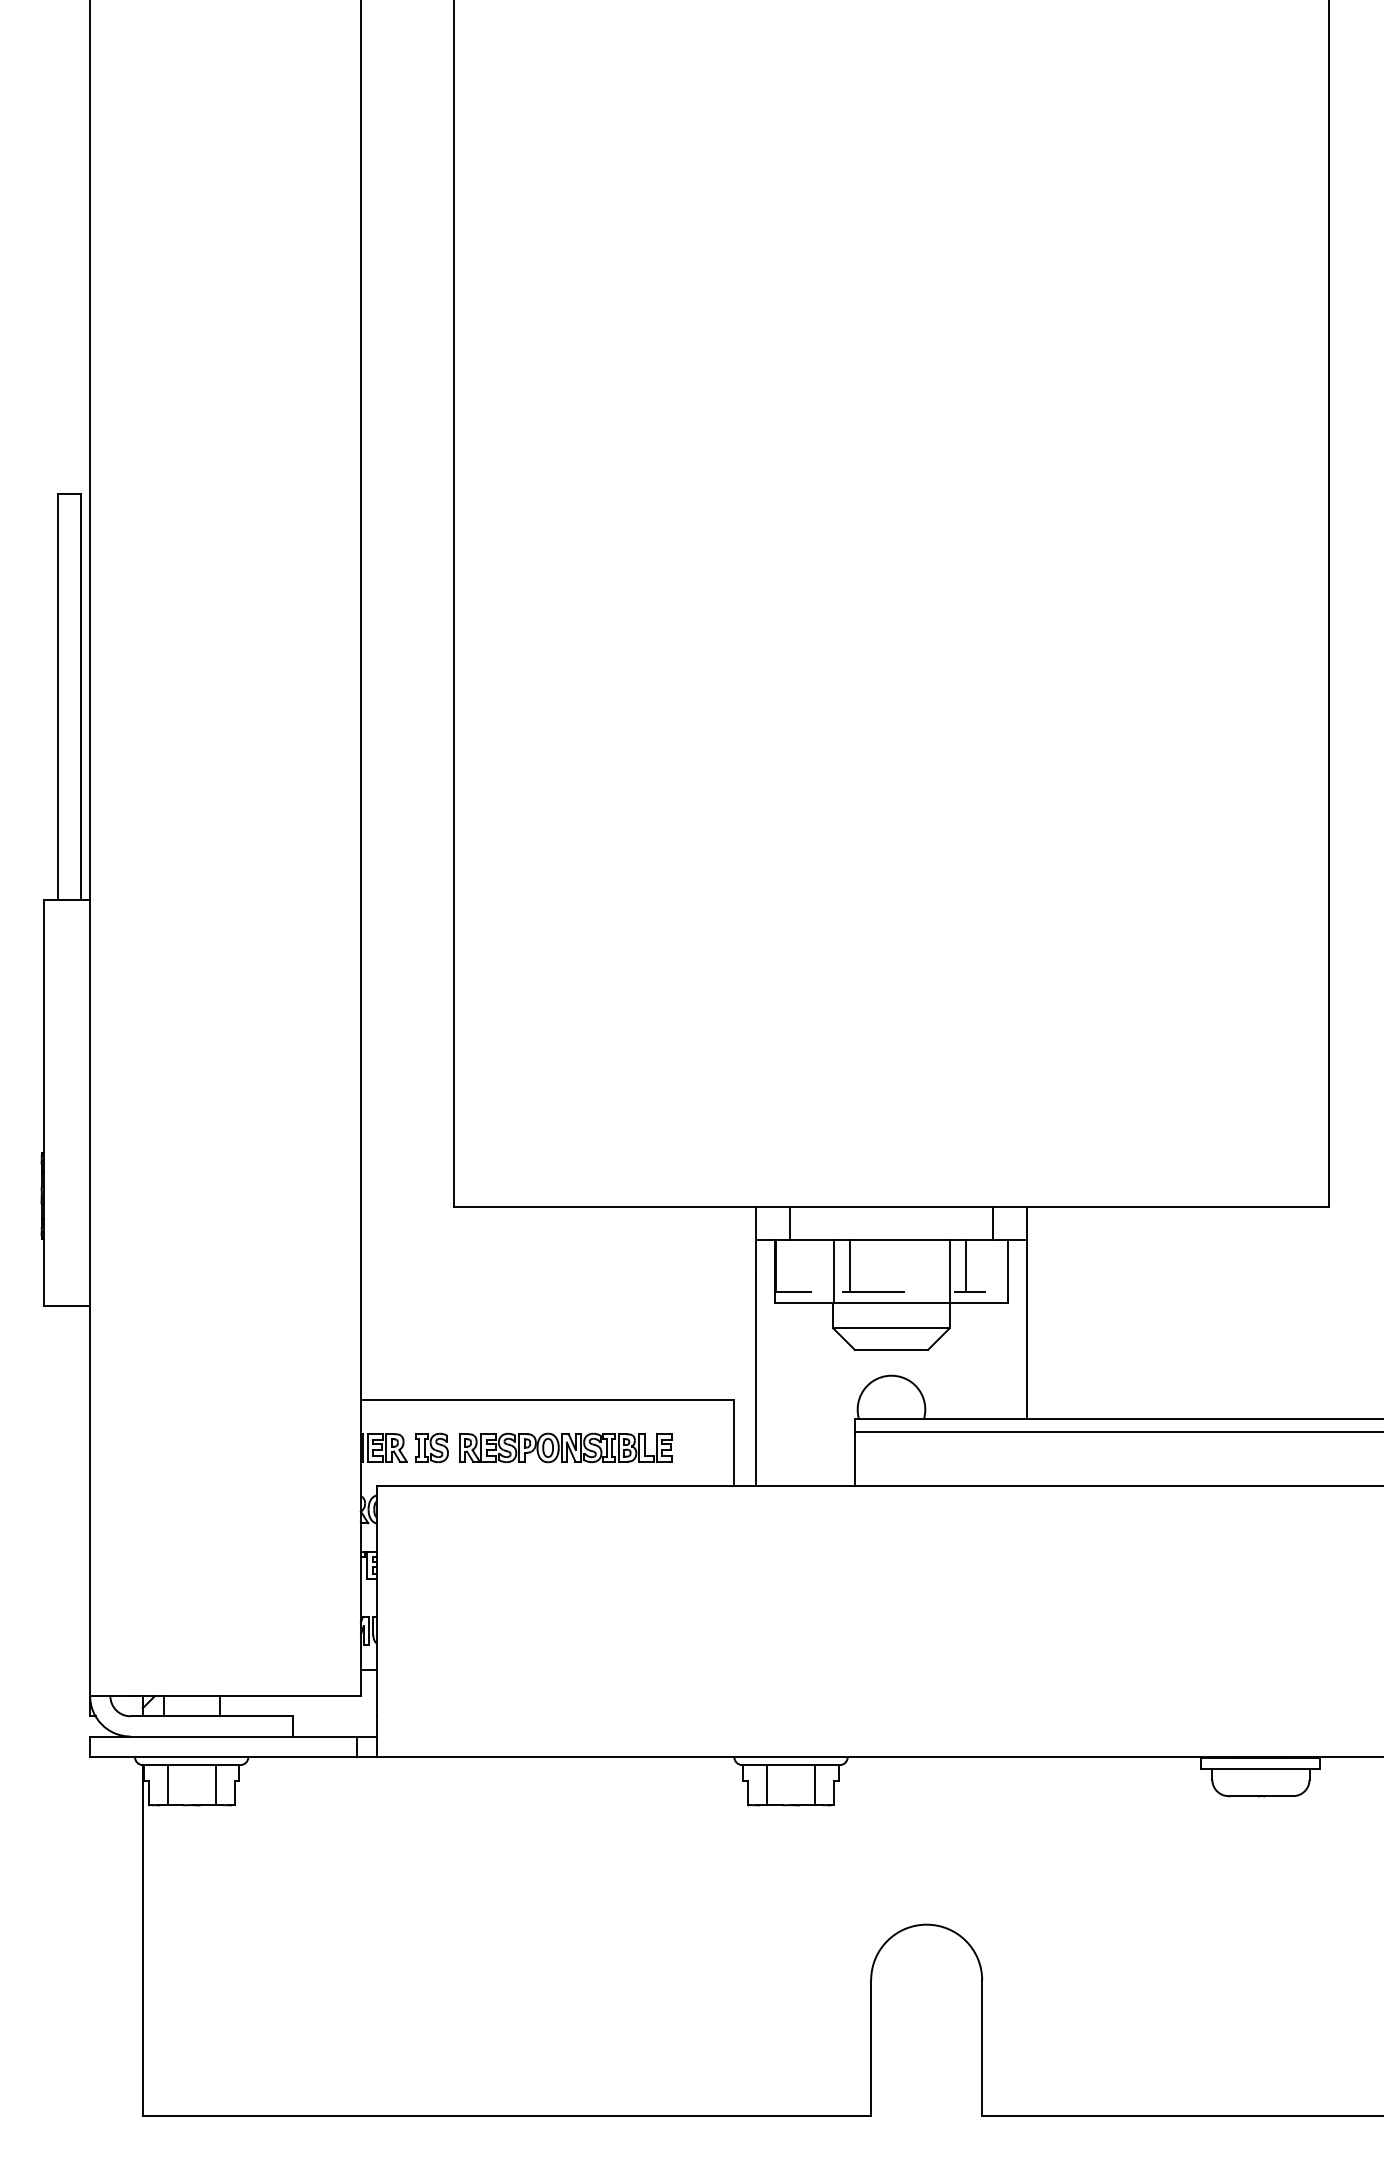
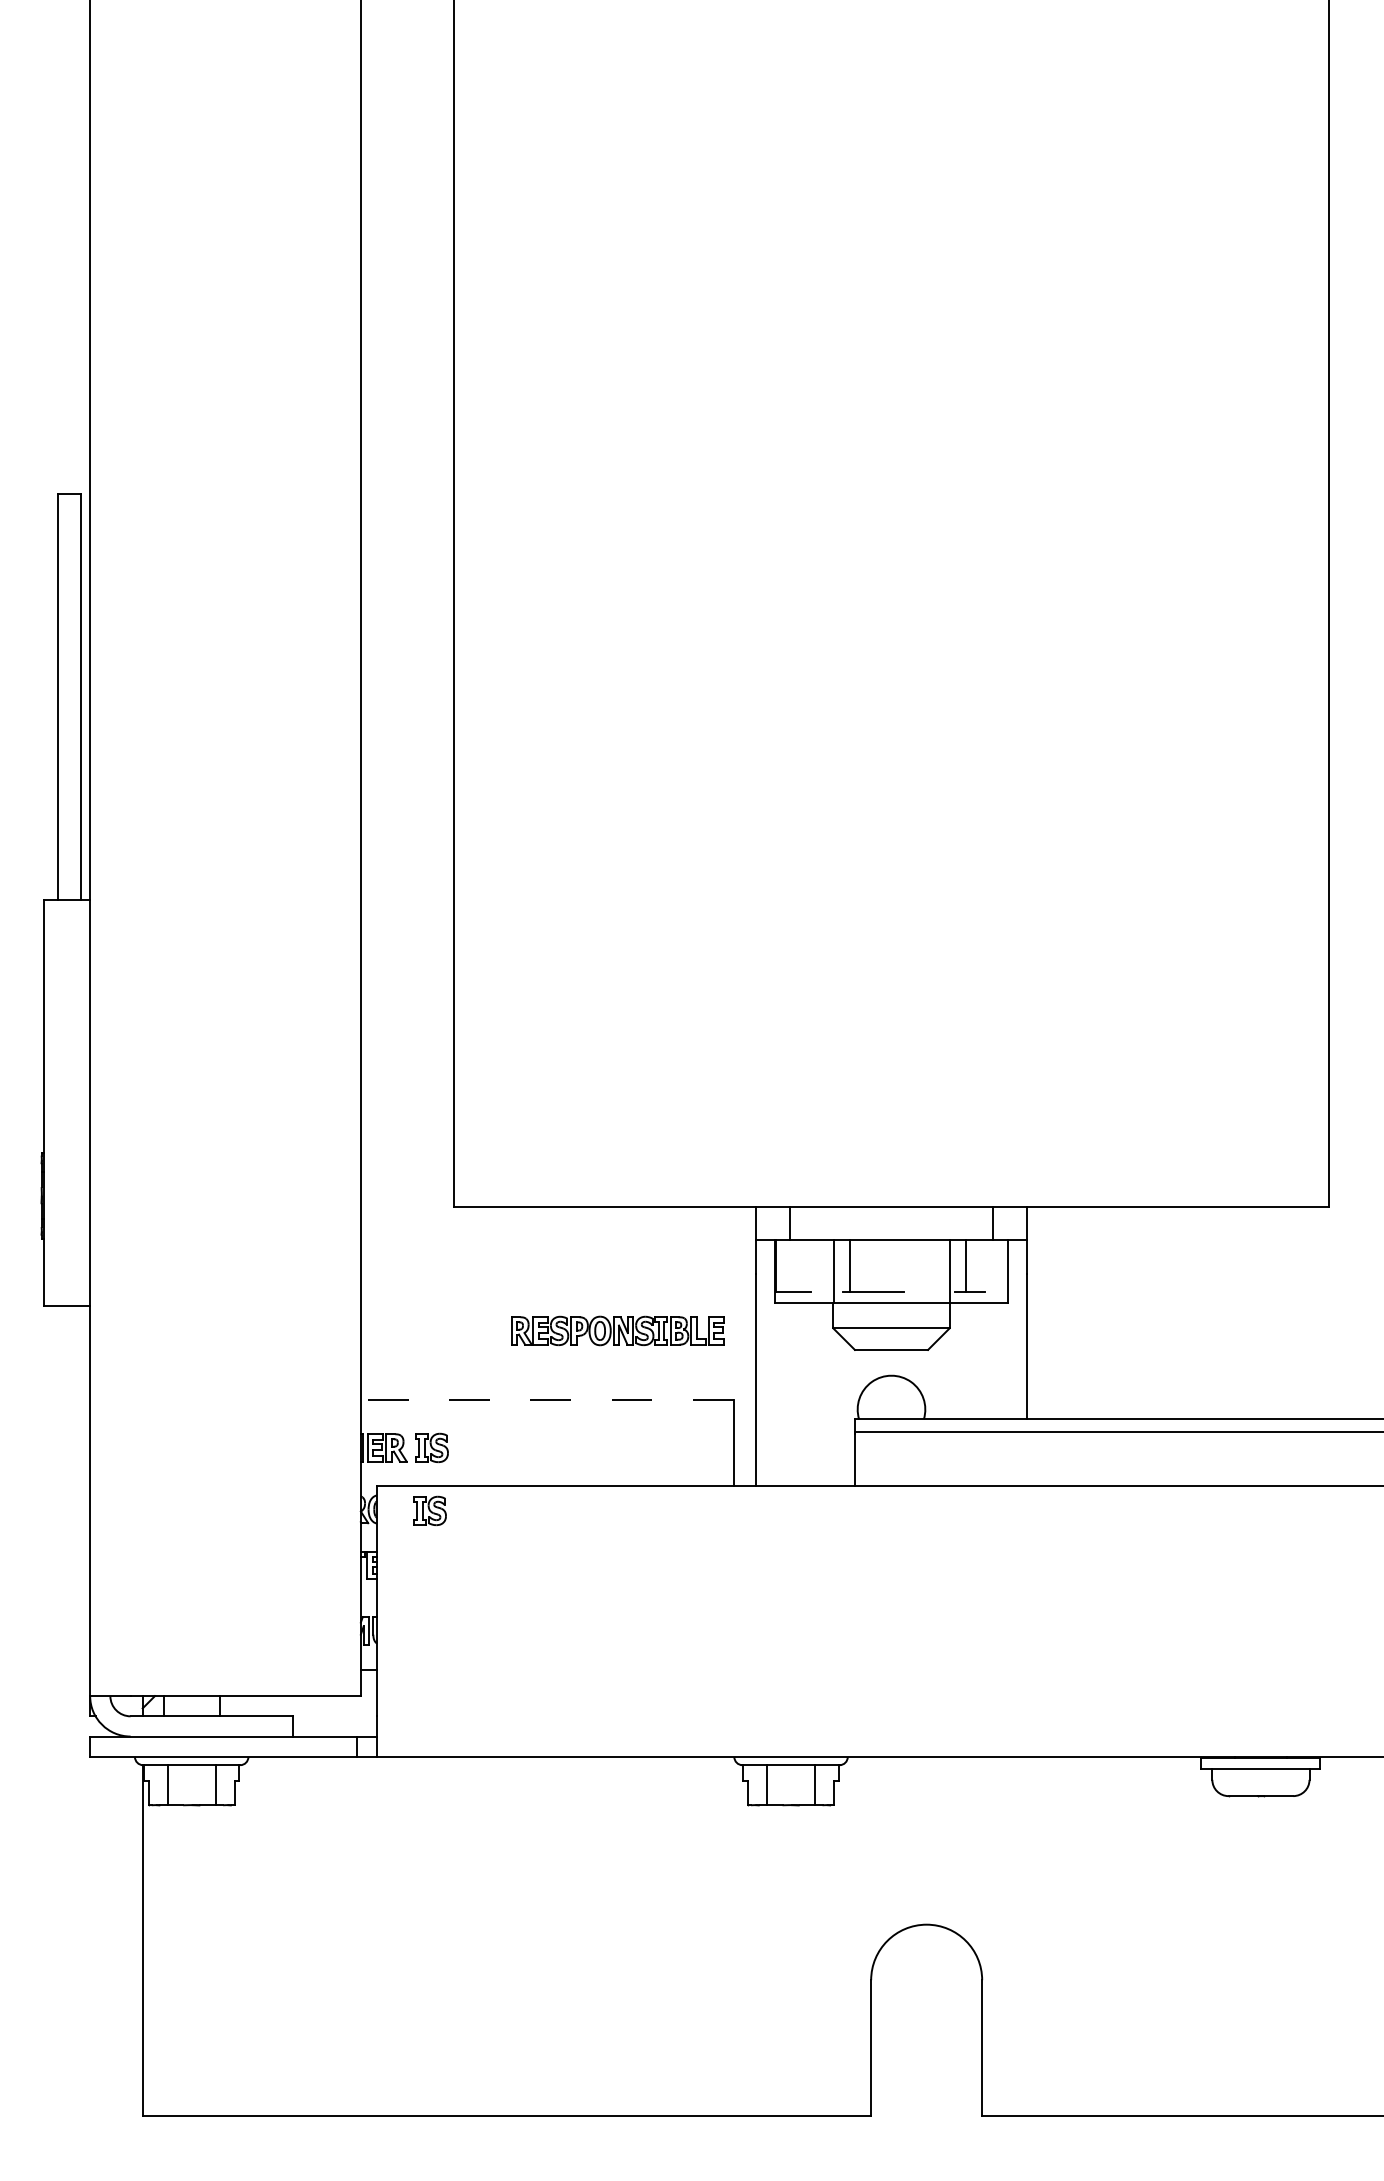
line at (546, 1399): solid -> dashed
part at (565, 1447) position: (565, 1447) -> (617, 1330)
part at (429, 1510): none -> present
